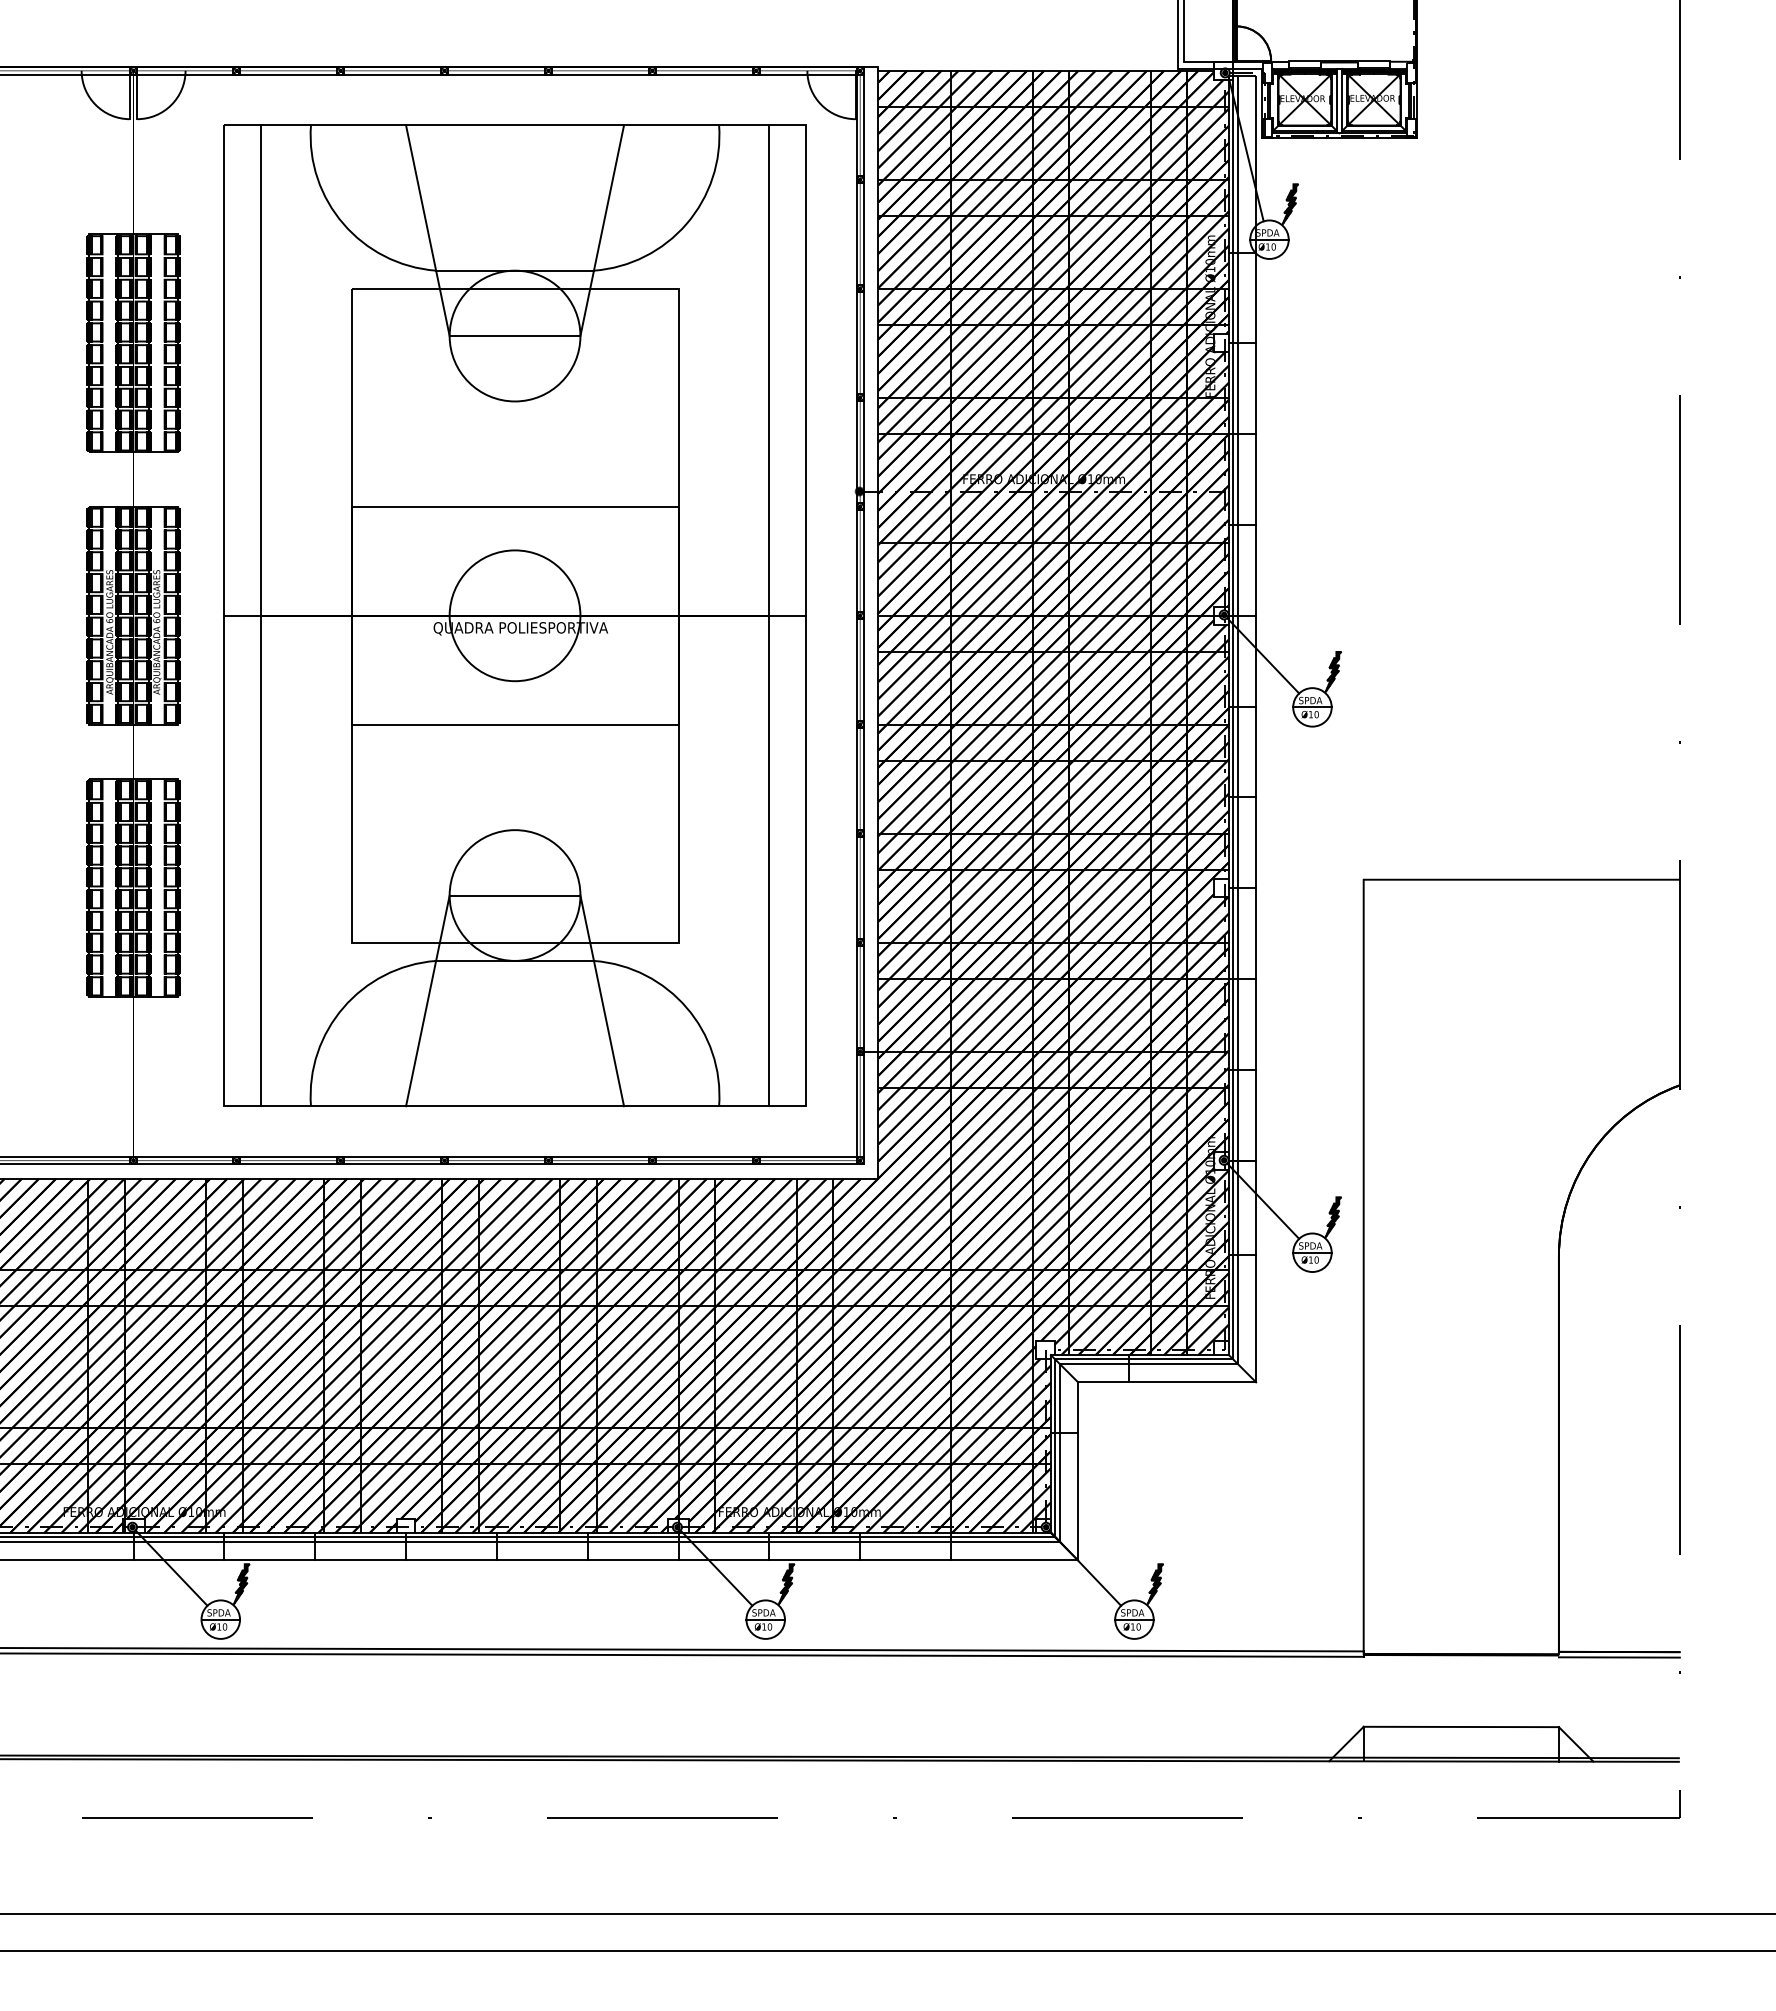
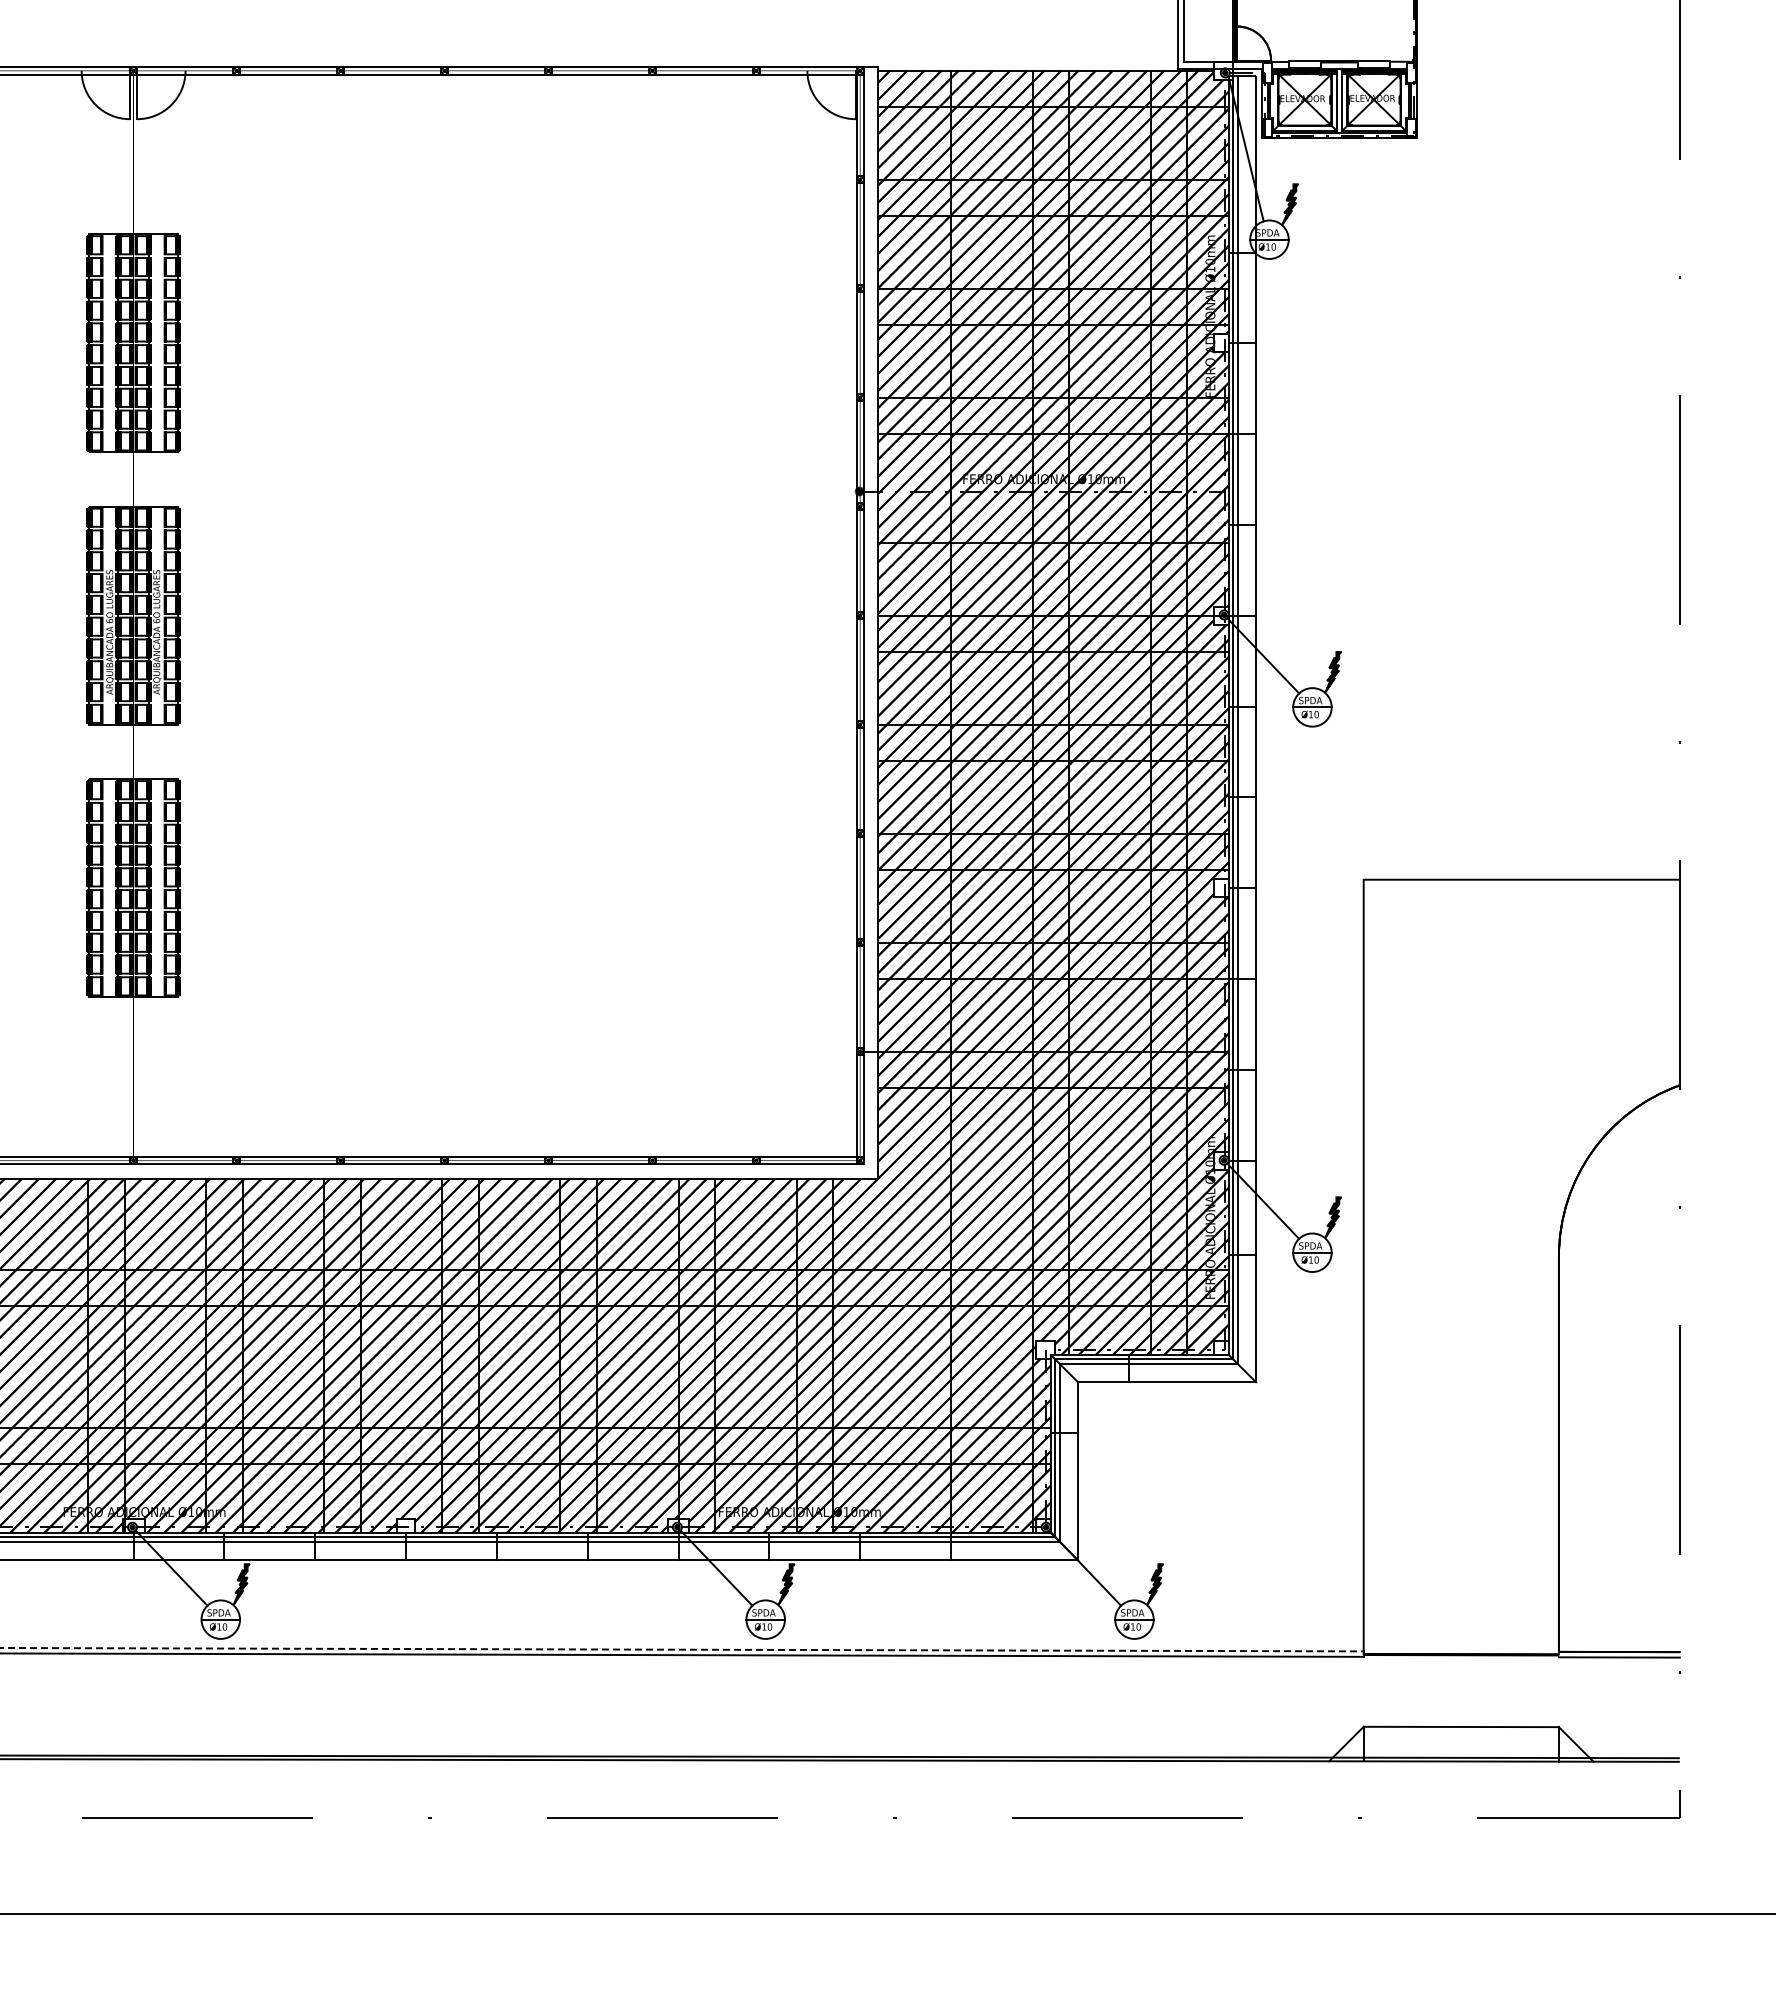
part at (514, 615): present -> none
line at (682, 1649): solid -> dashed
line at (887, 1950): present -> none
